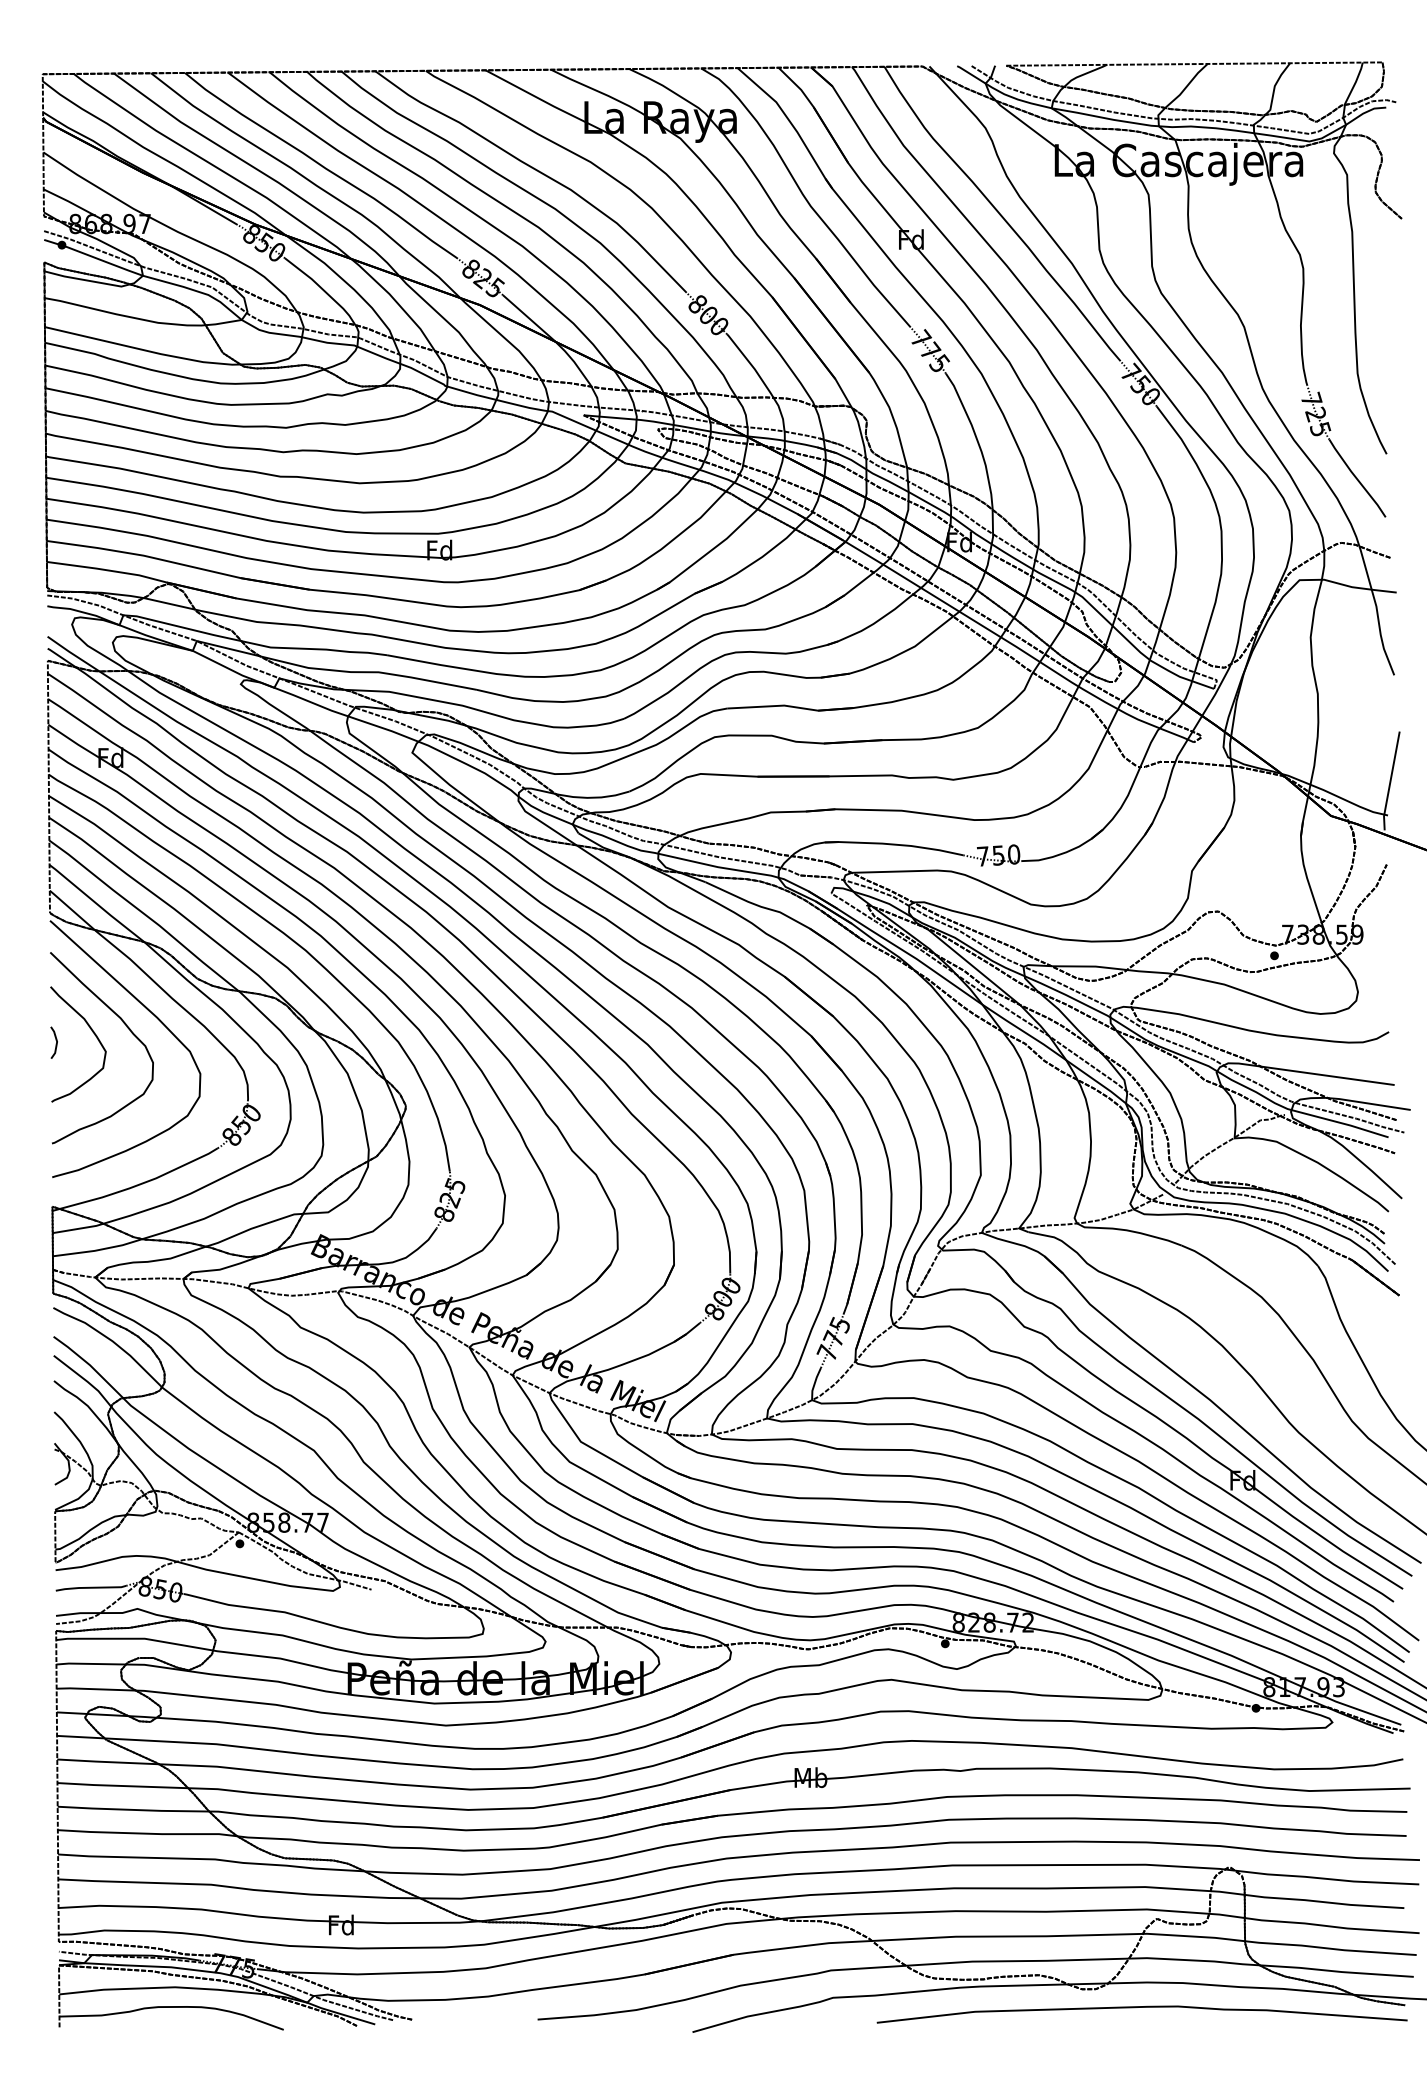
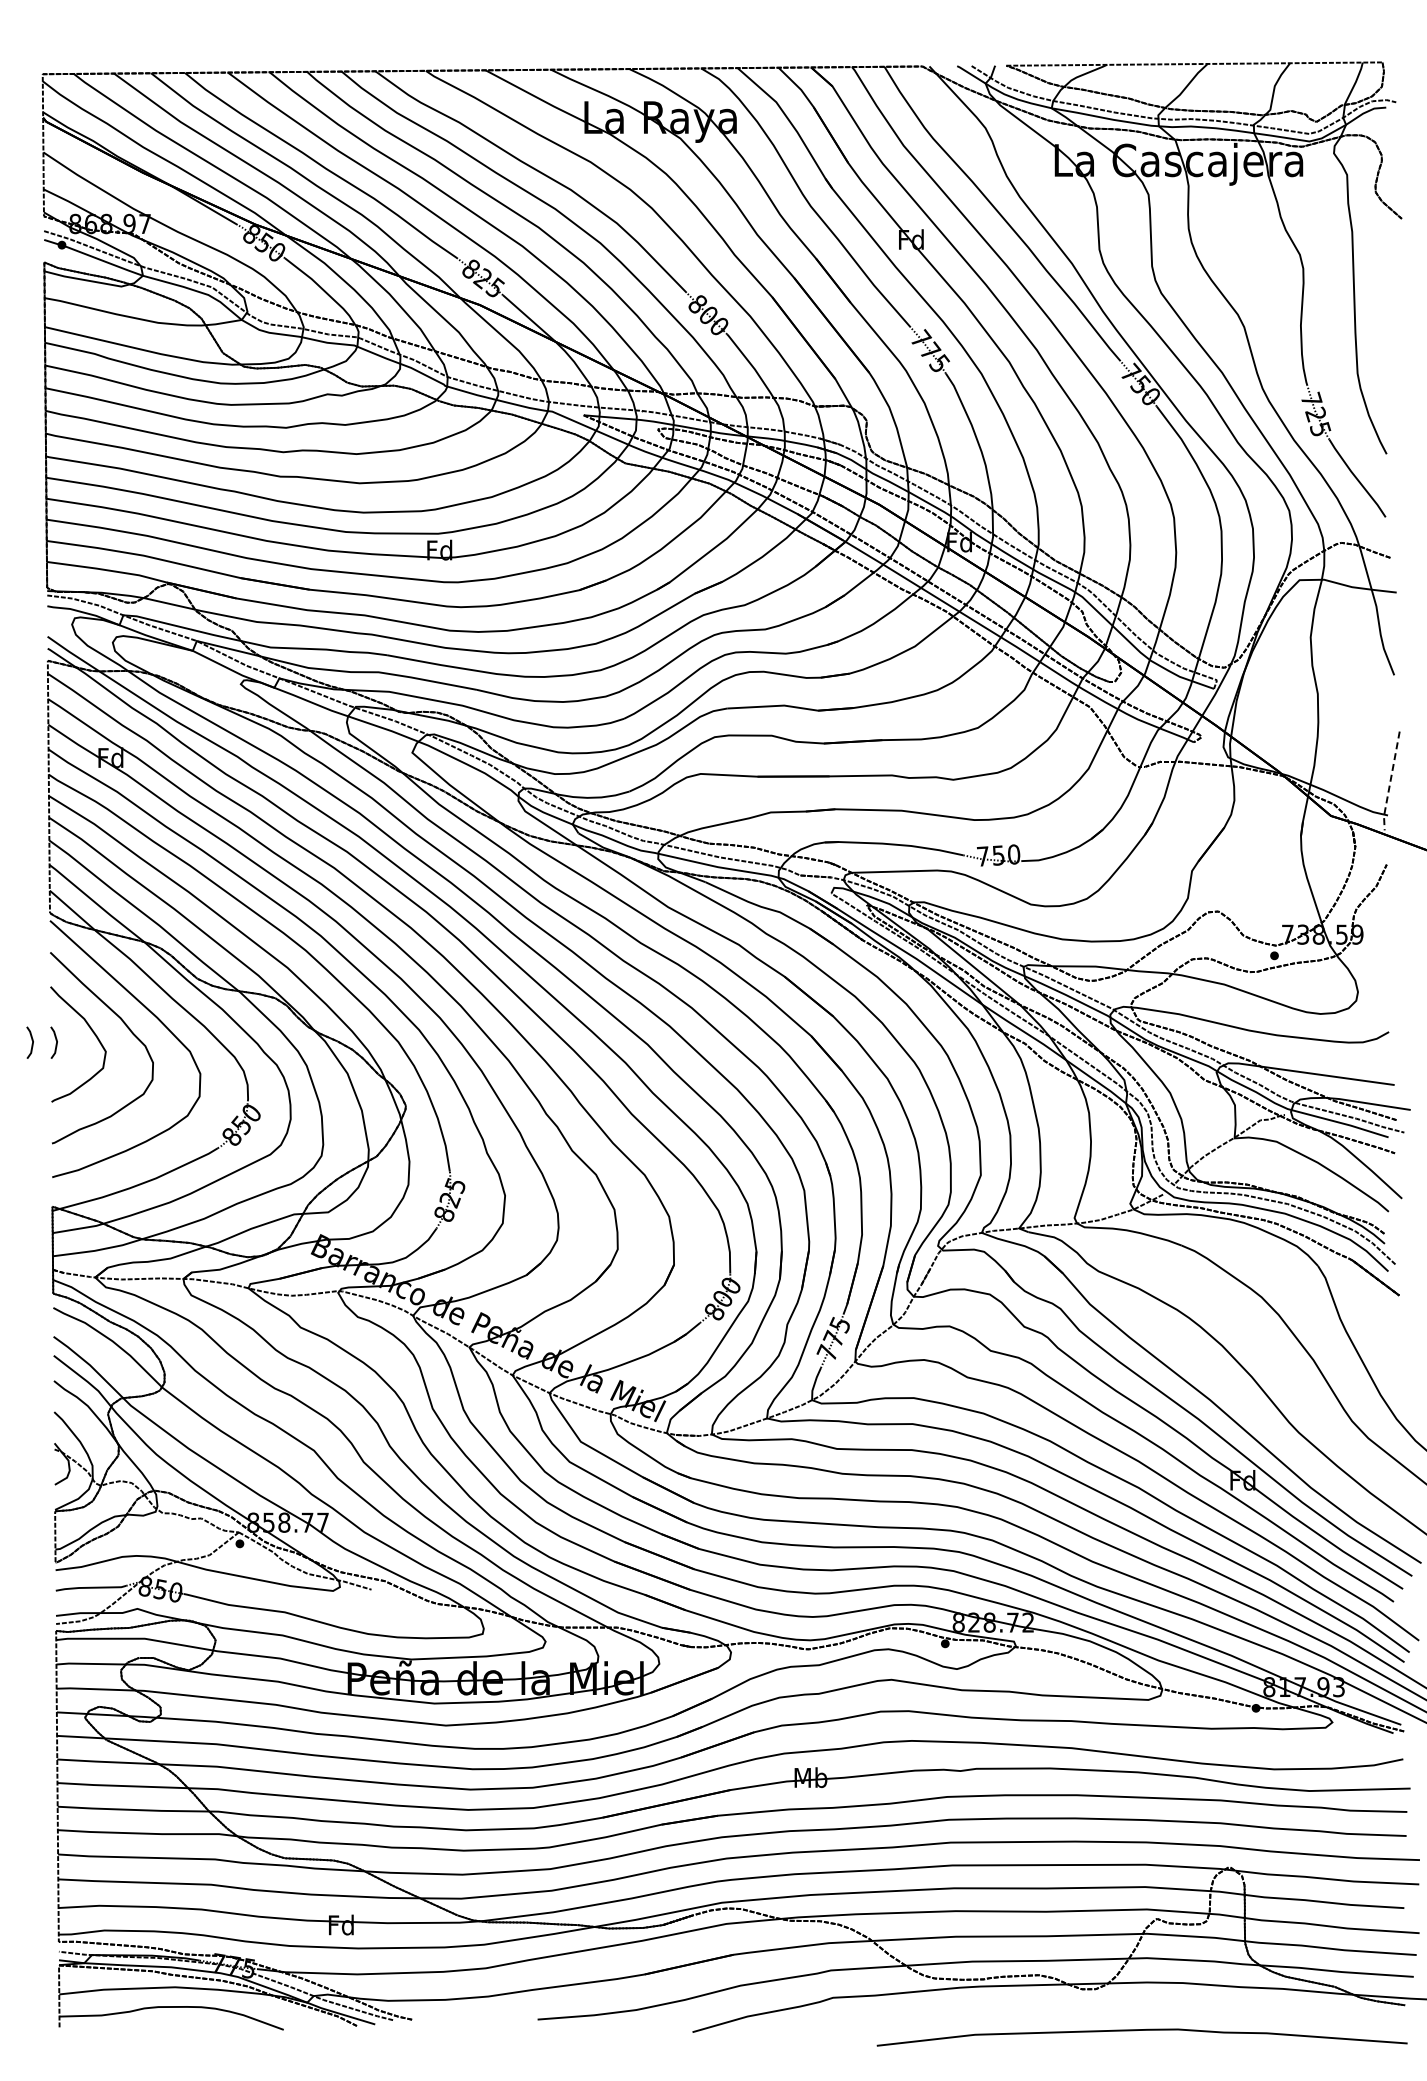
line at (1390, 782): solid -> dashed
line at (31, 1040): none -> present
curve at (1141, 2007) position: (1141, 2007) -> (1141, 2030)
